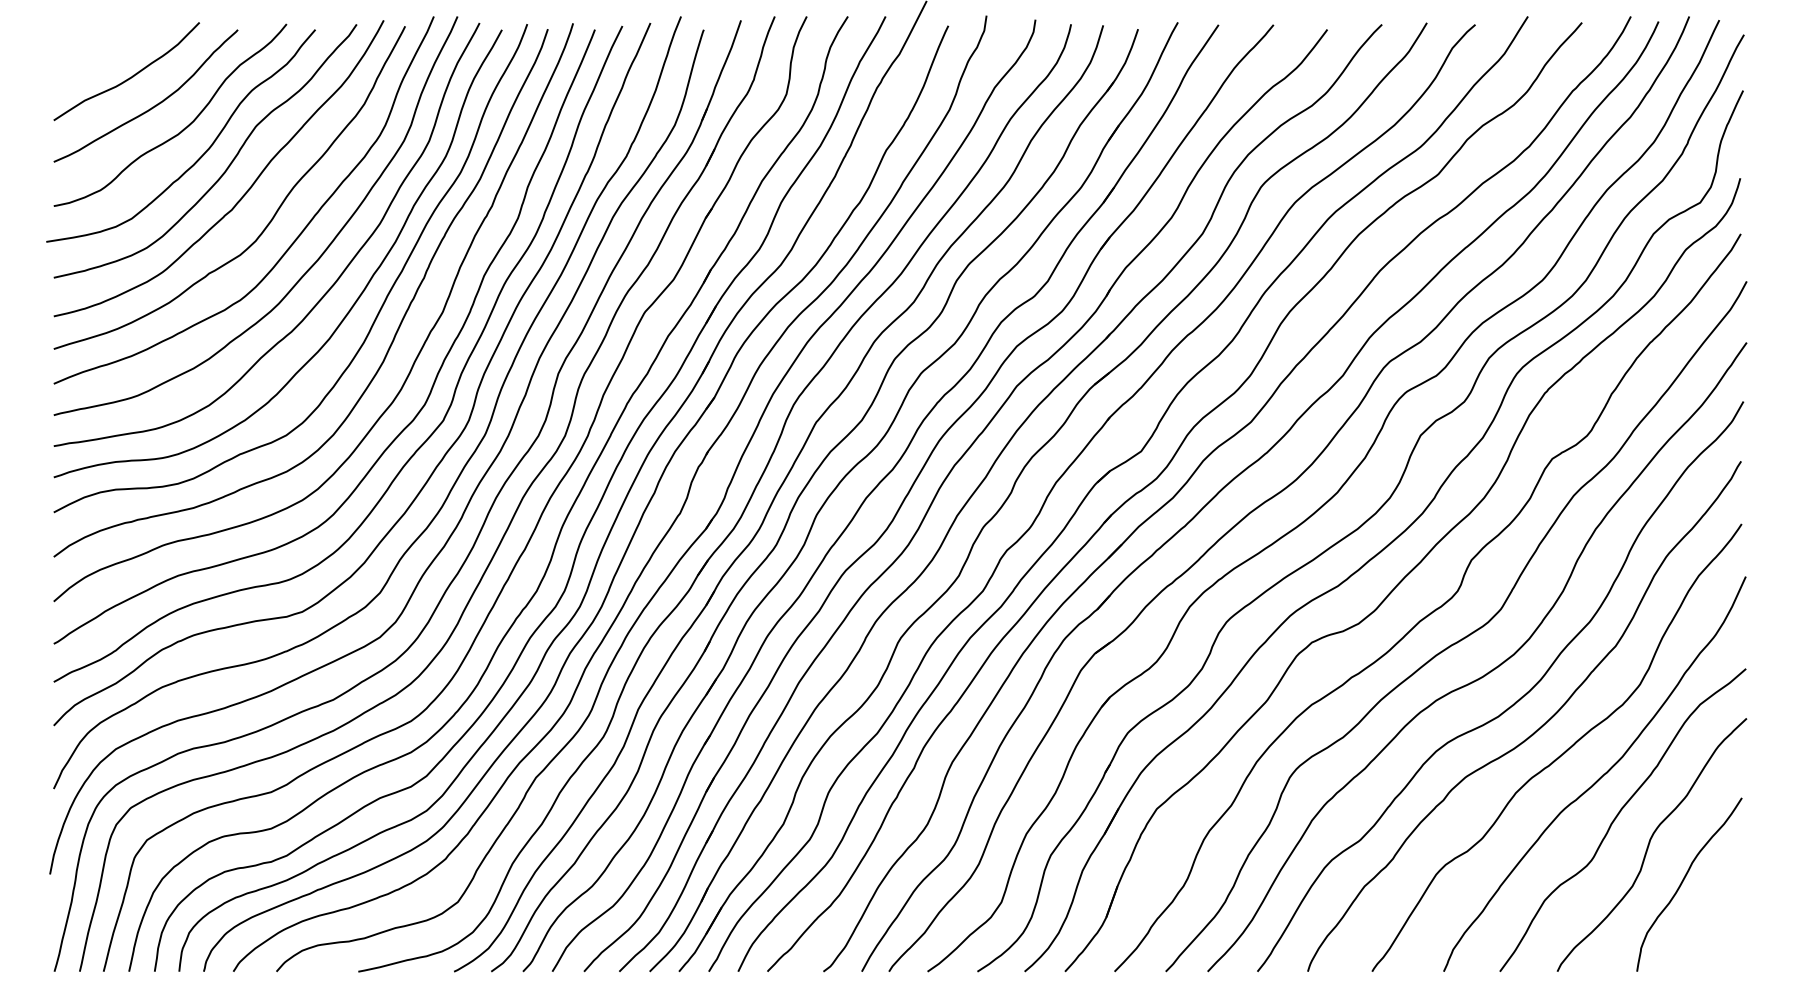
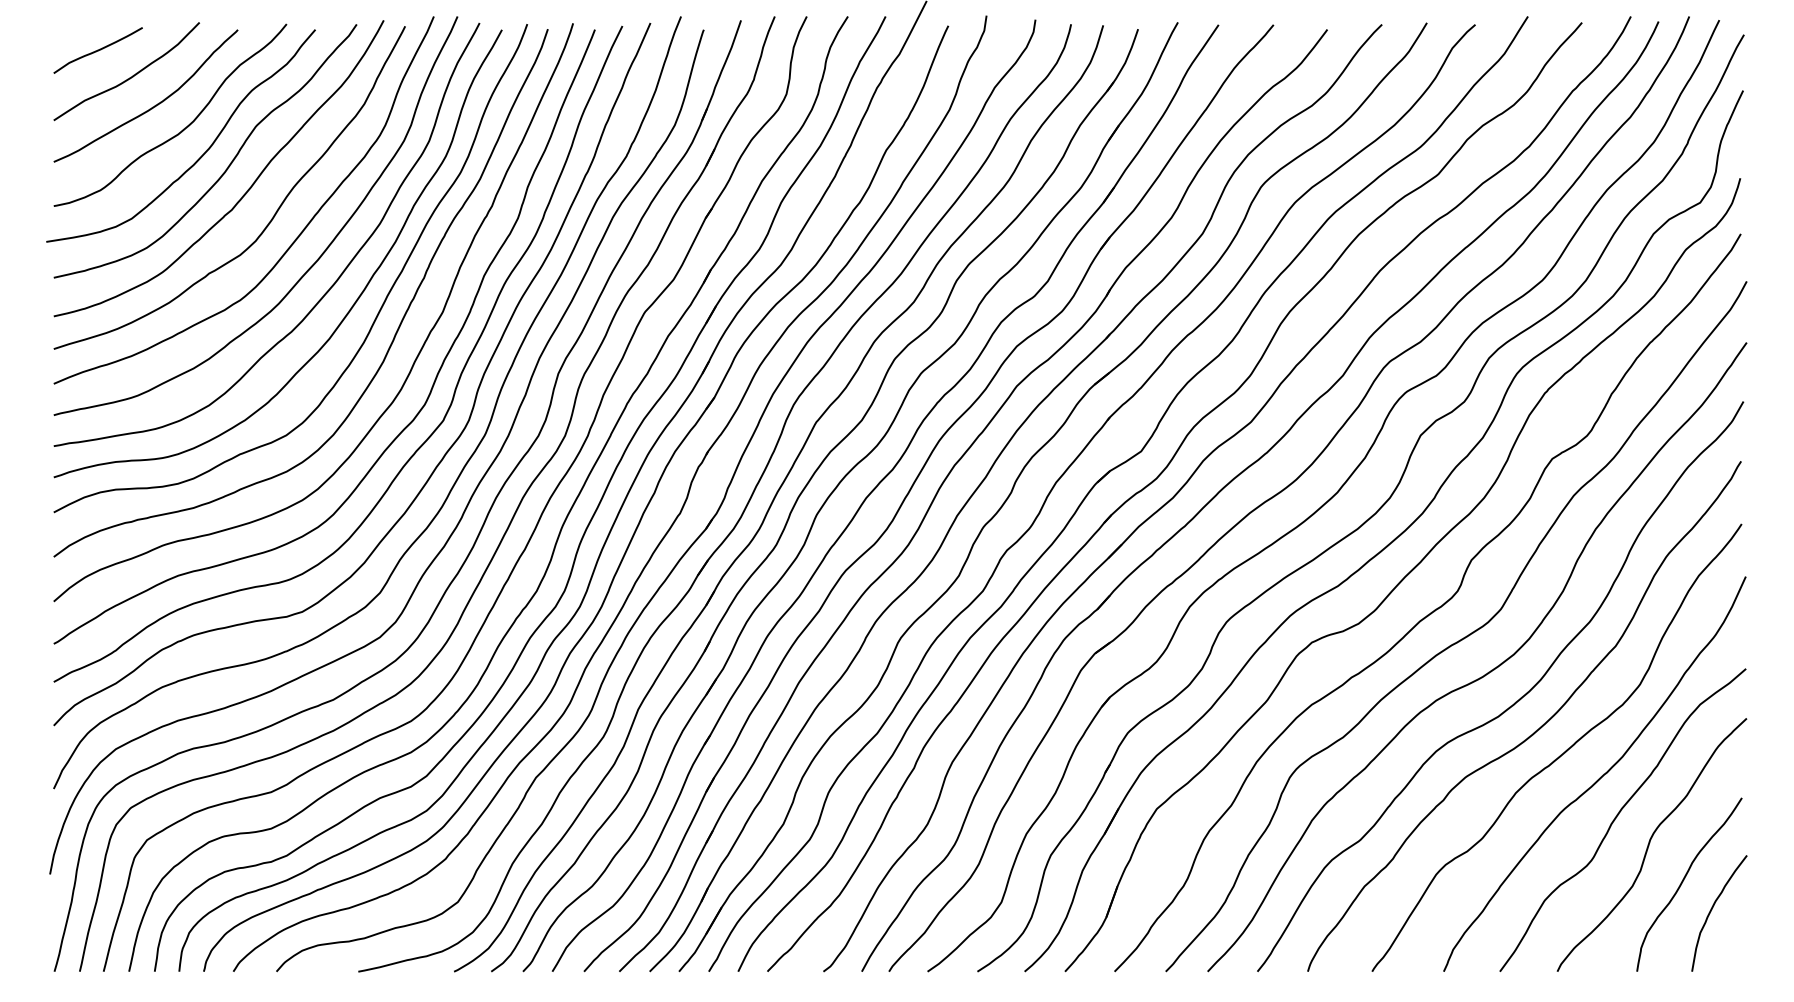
curve at (97, 50): none -> present
curve at (1712, 909): none -> present
